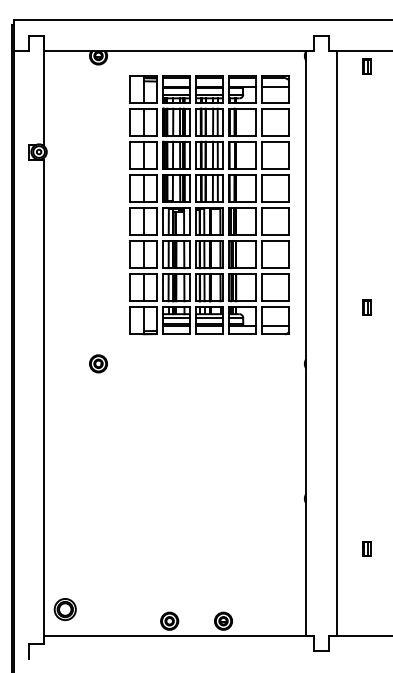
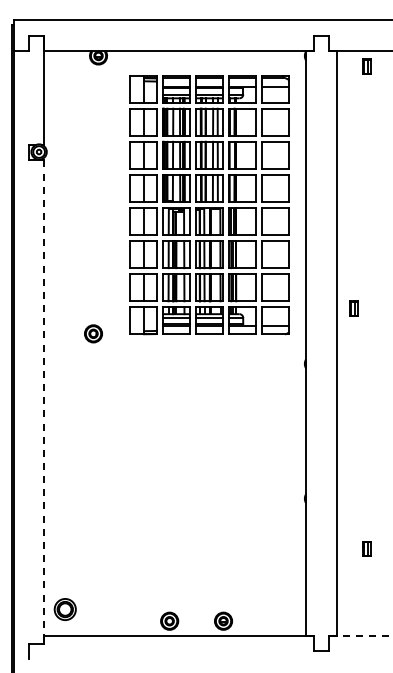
part at (366, 307) position: (366, 307) -> (353, 308)
part at (98, 363) position: (98, 363) -> (93, 333)
line at (44, 402): solid -> dashed
line at (360, 635): solid -> dashed
